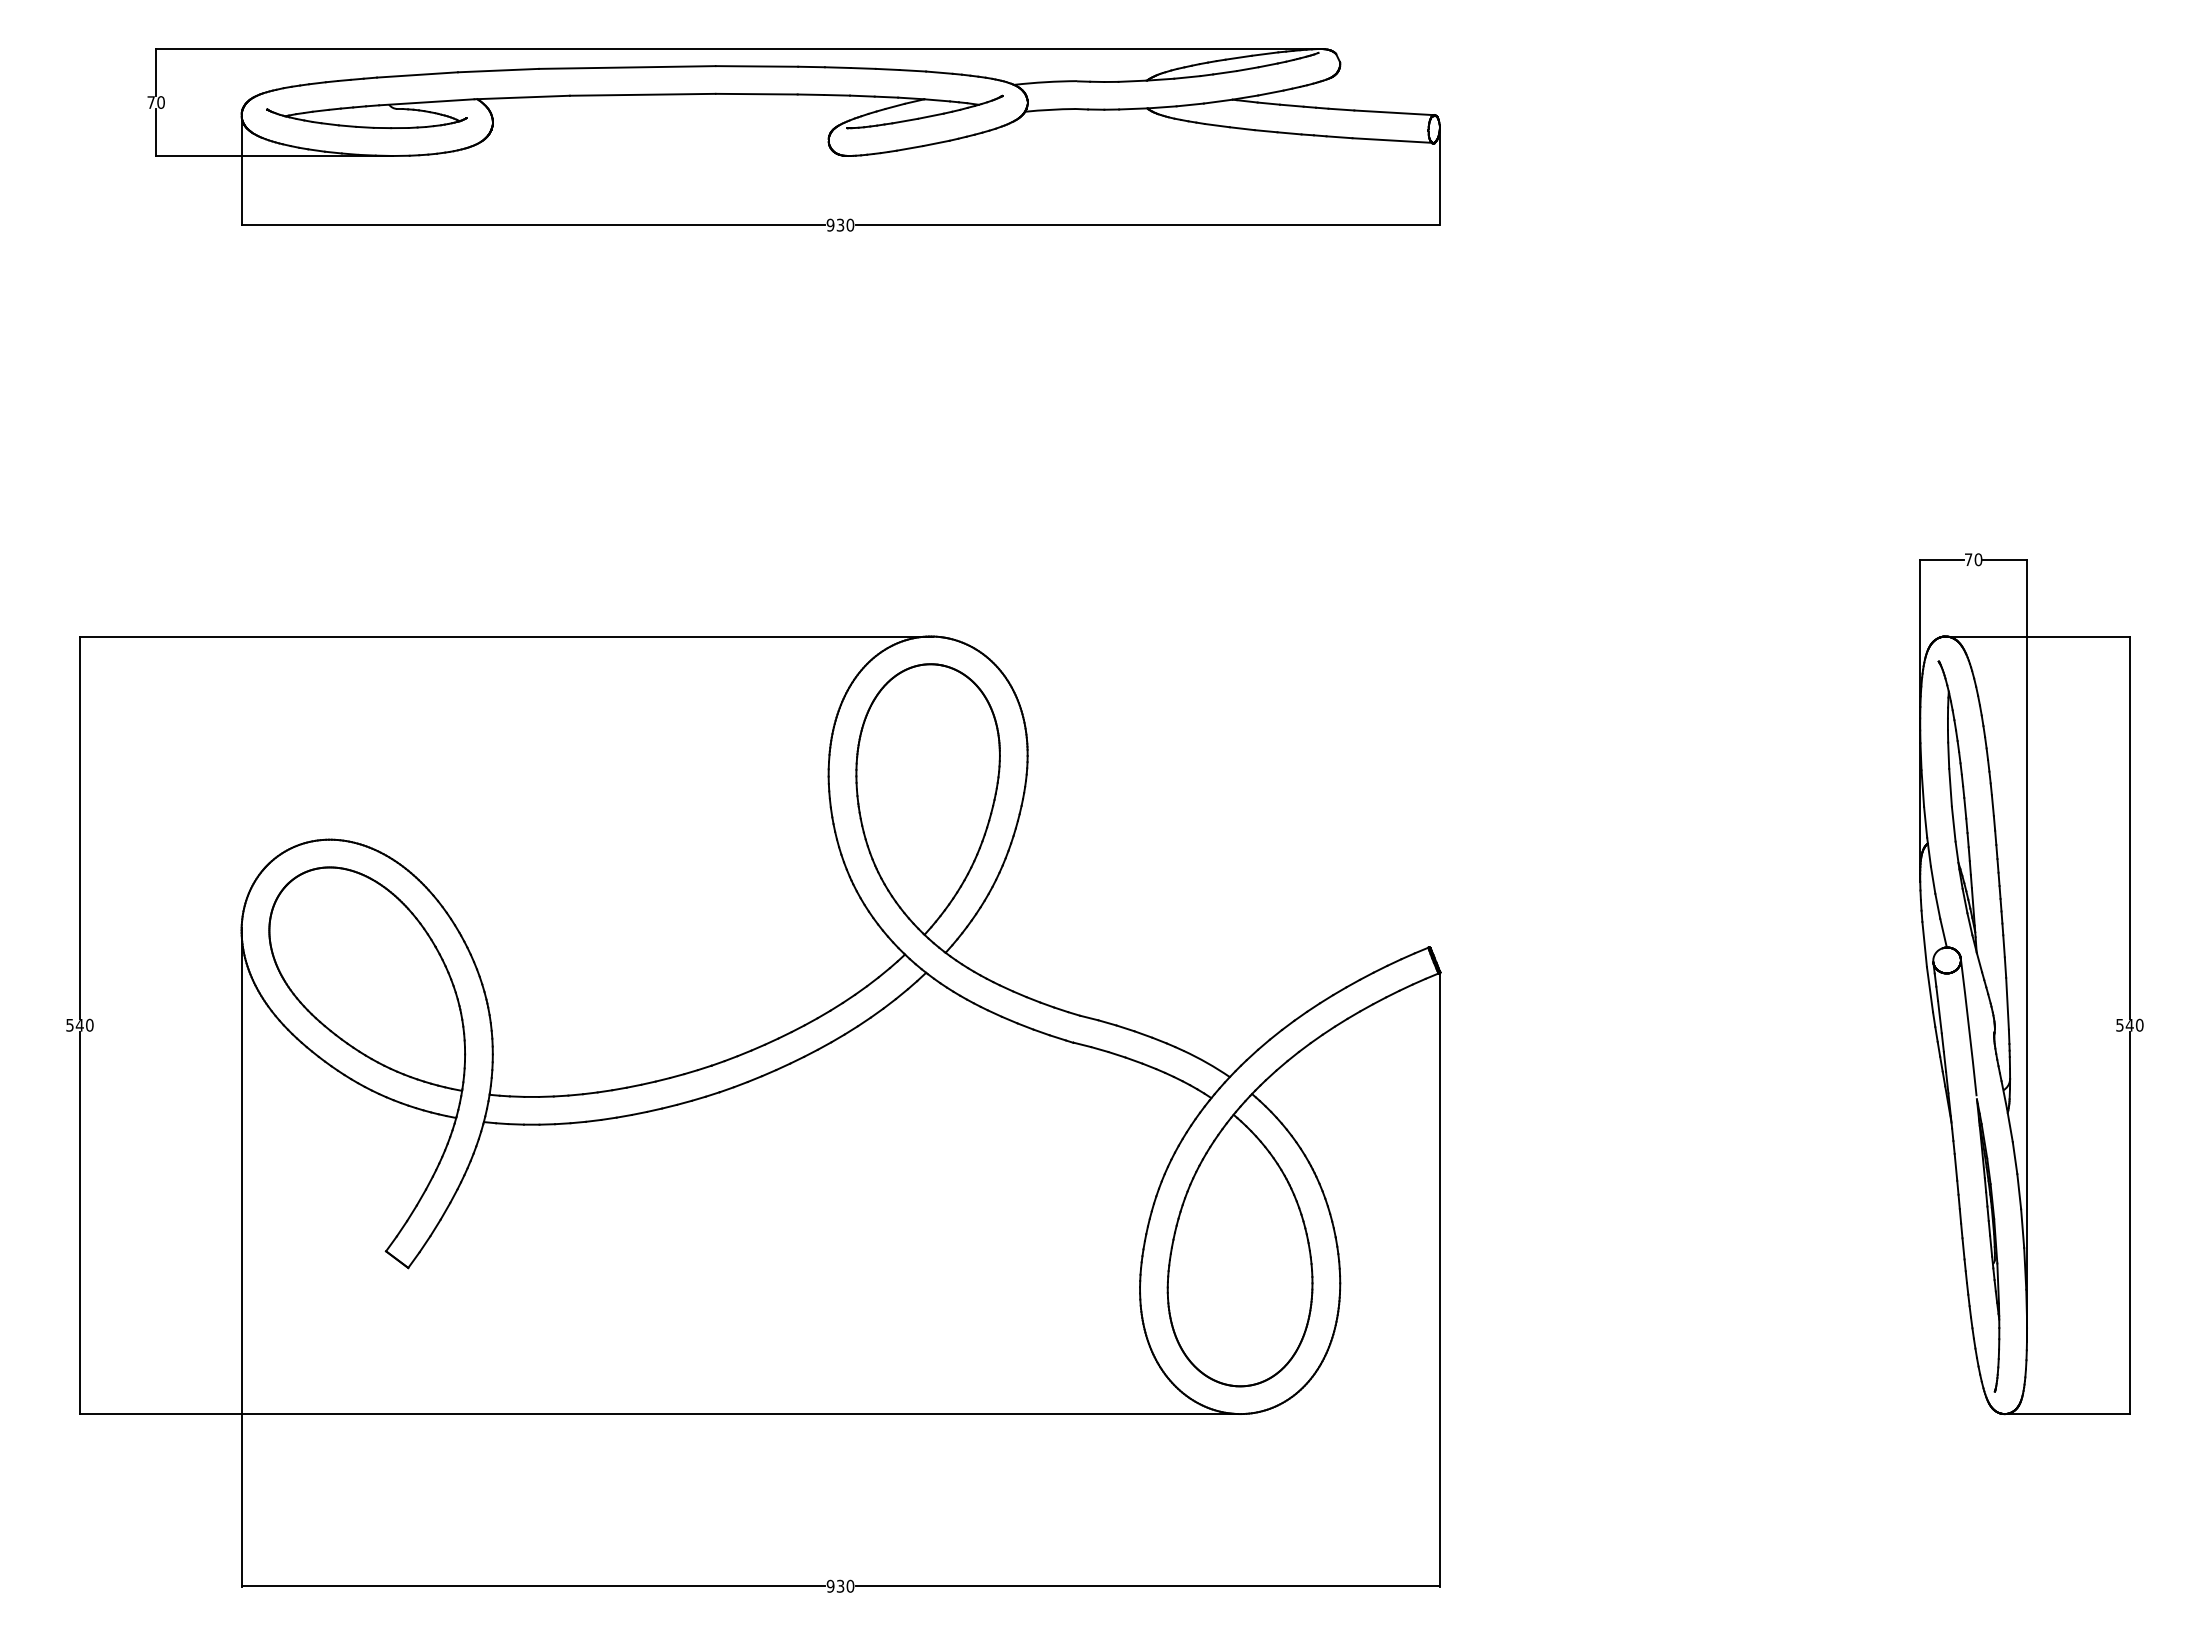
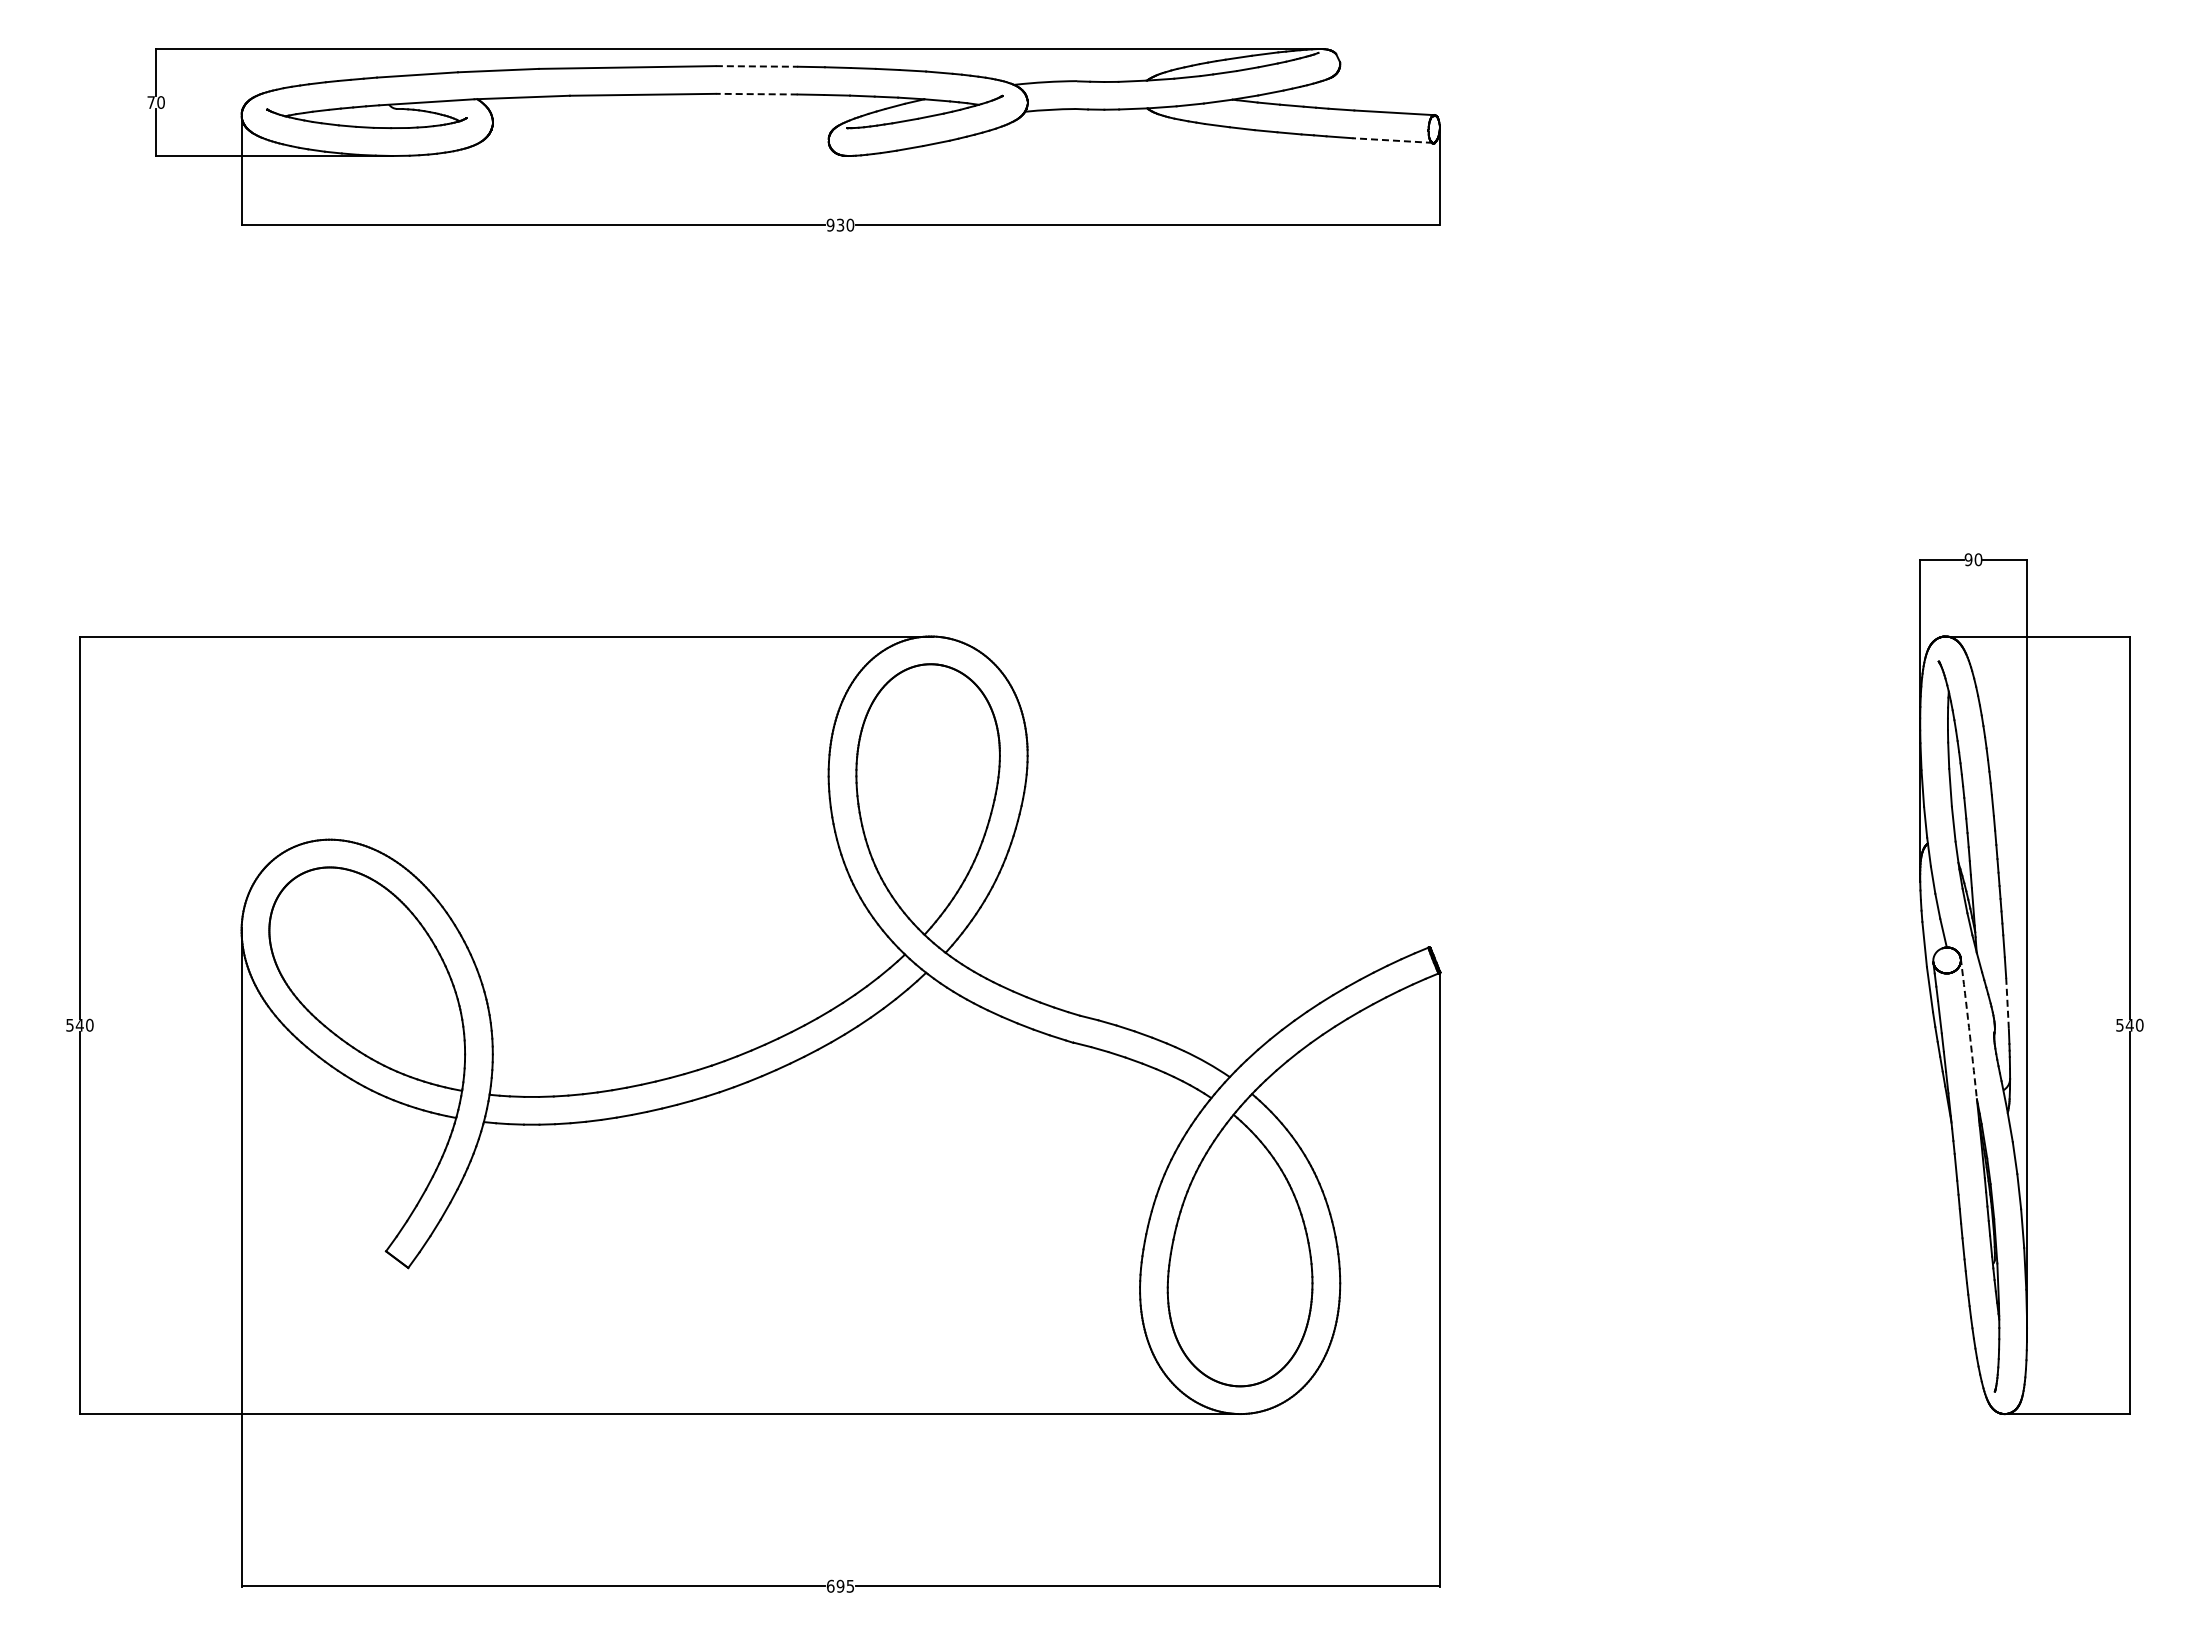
line at (757, 66): solid -> dashed
line at (756, 94): solid -> dashed
line at (1392, 140): solid -> dashed
text at (1968, 559): 70 -> 90
line at (2007, 1003): solid -> dashed
arc at (1969, 1027): solid -> dashed
text at (840, 1585): 930 -> 695
